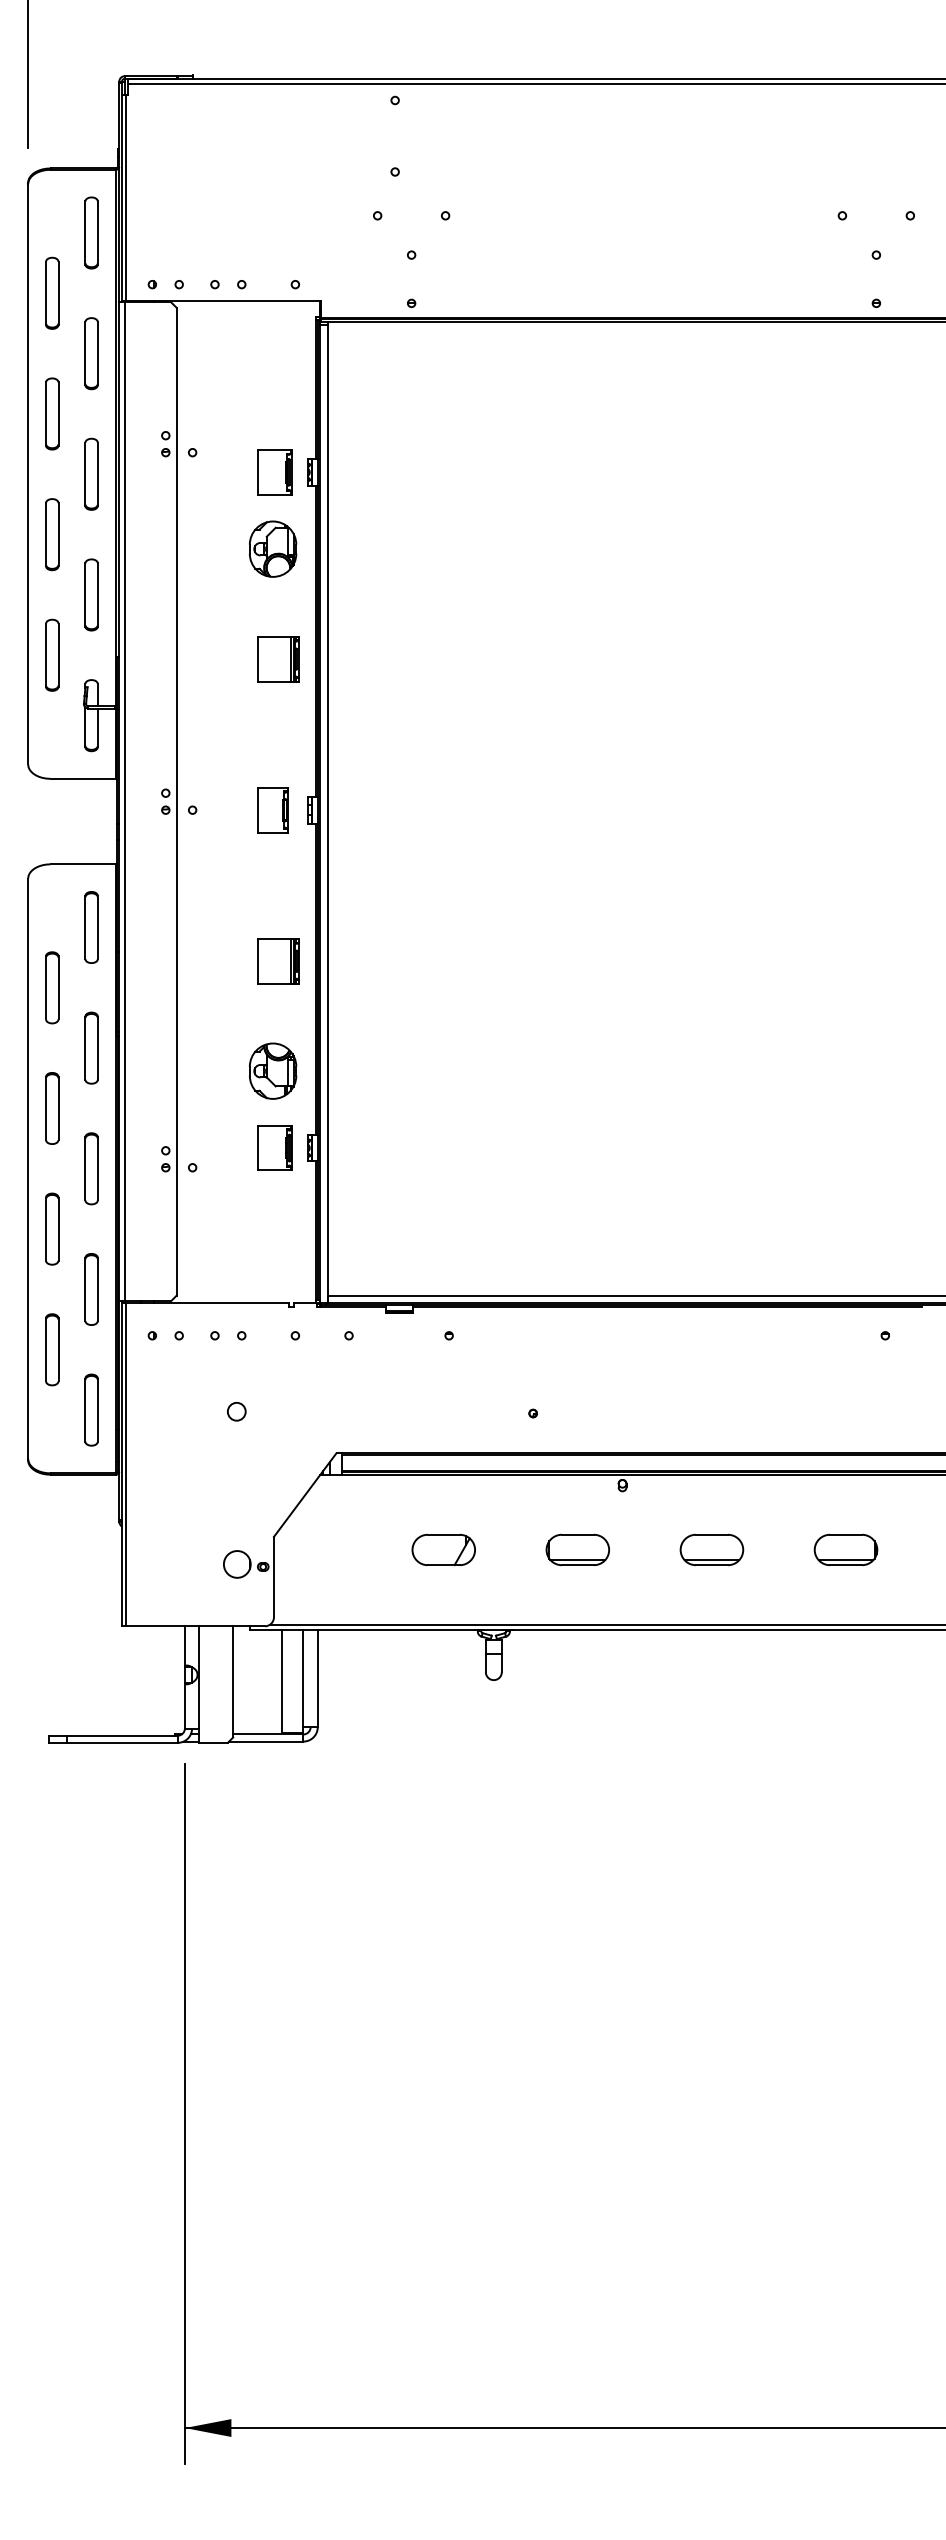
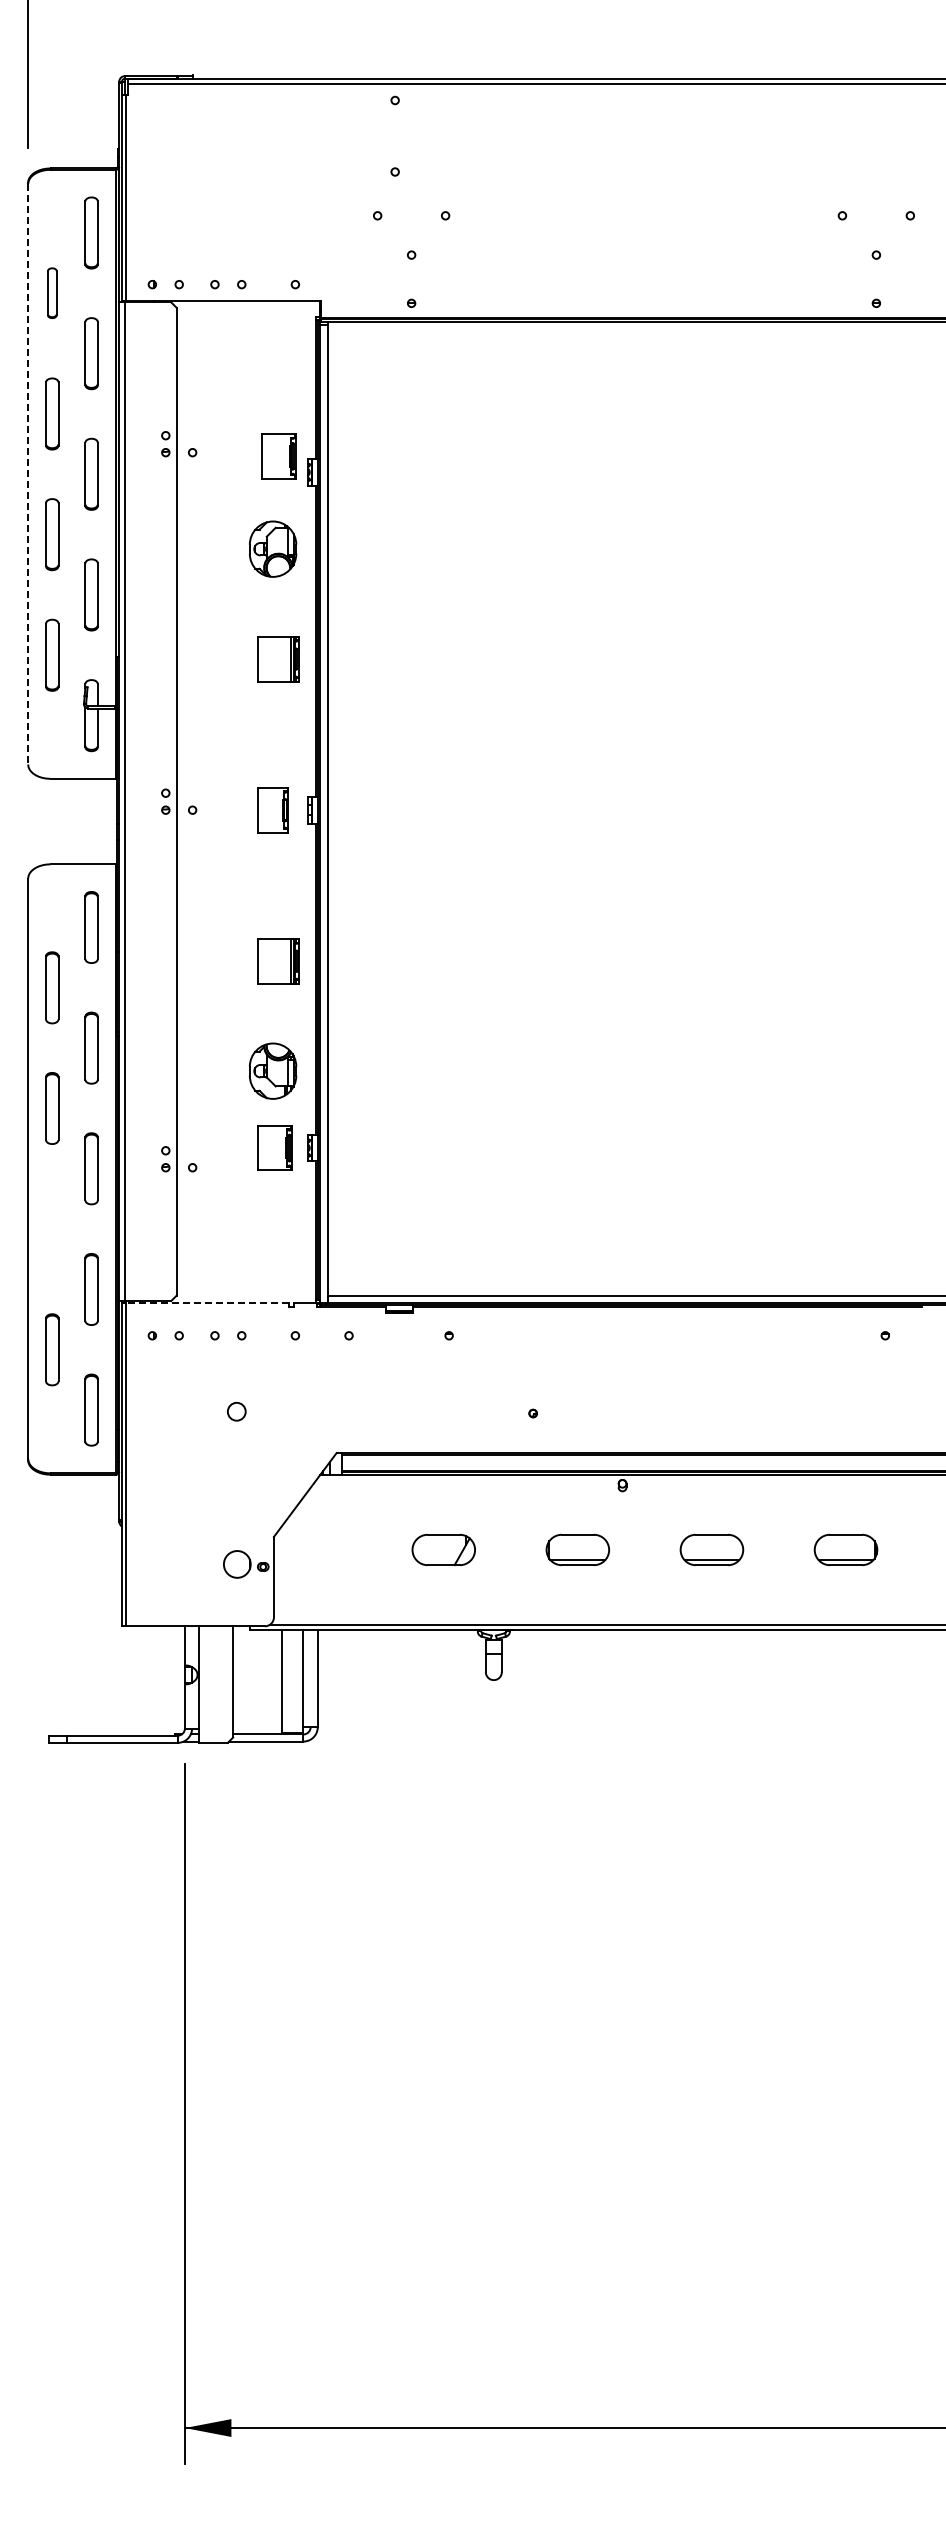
part at (52, 292) size: 15x74 px -> 11x52 px
part at (274, 472) position: (274, 472) -> (278, 456)
line at (28, 474): solid -> dashed
part at (52, 1228): present -> none
line at (207, 1302): solid -> dashed
